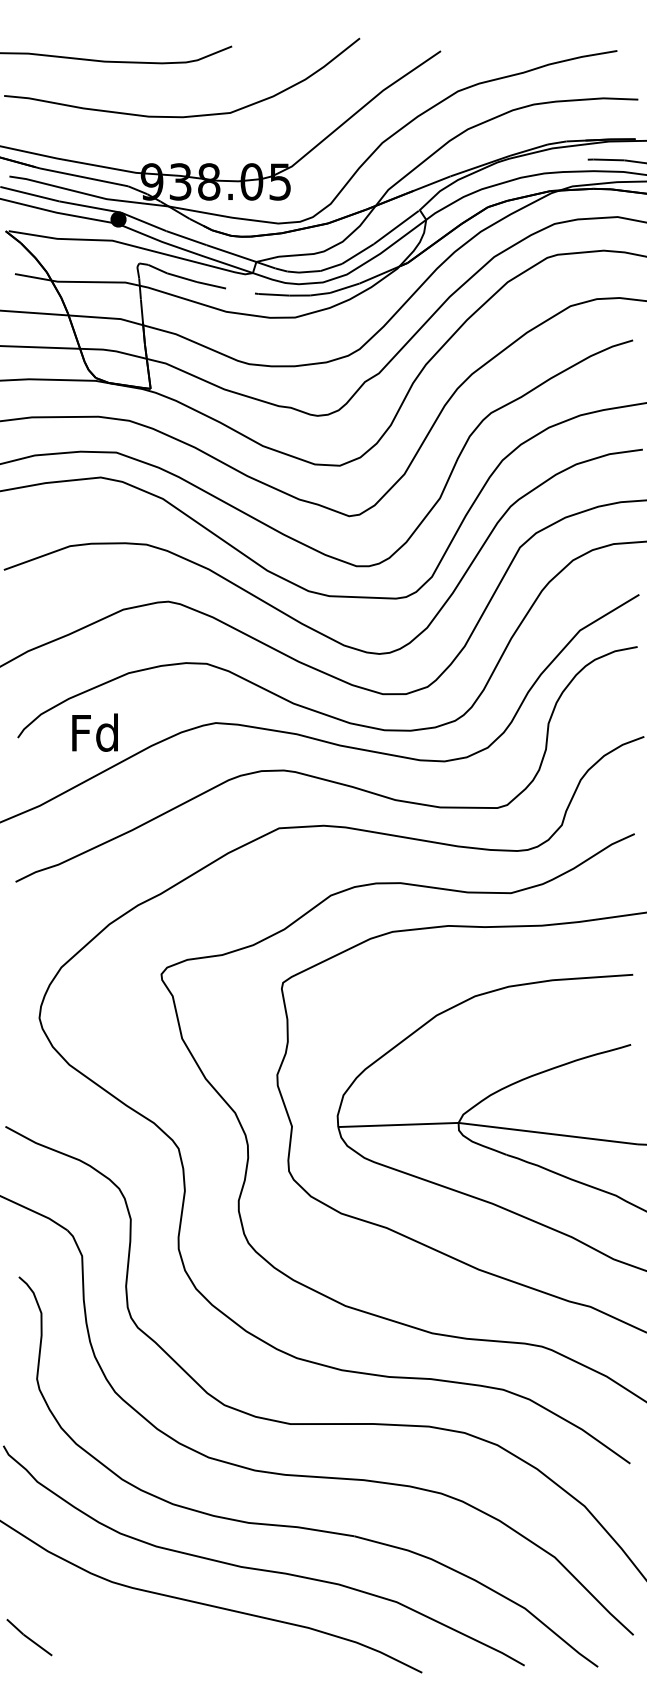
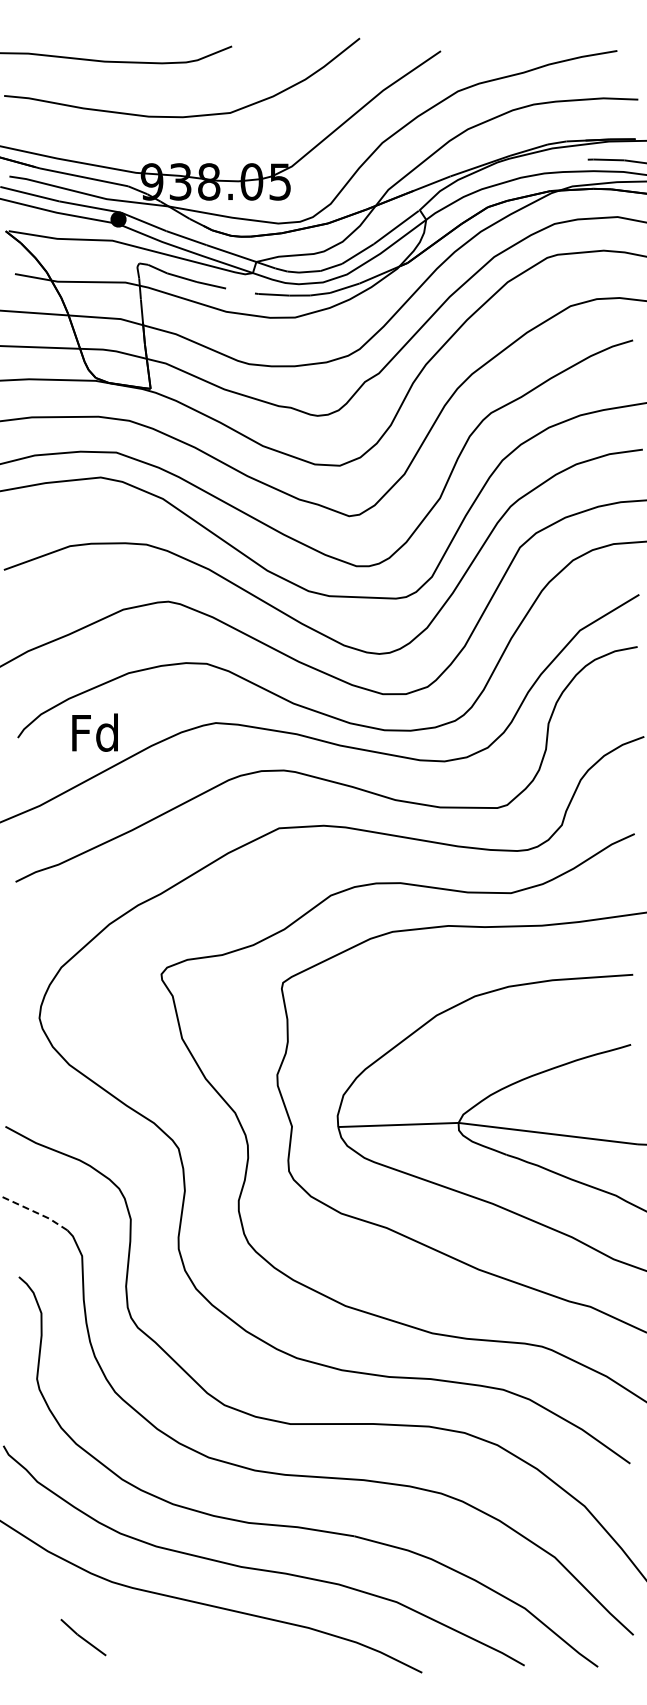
line at (34, 1212): solid -> dashed
part at (29, 1637) position: (29, 1637) -> (83, 1637)
